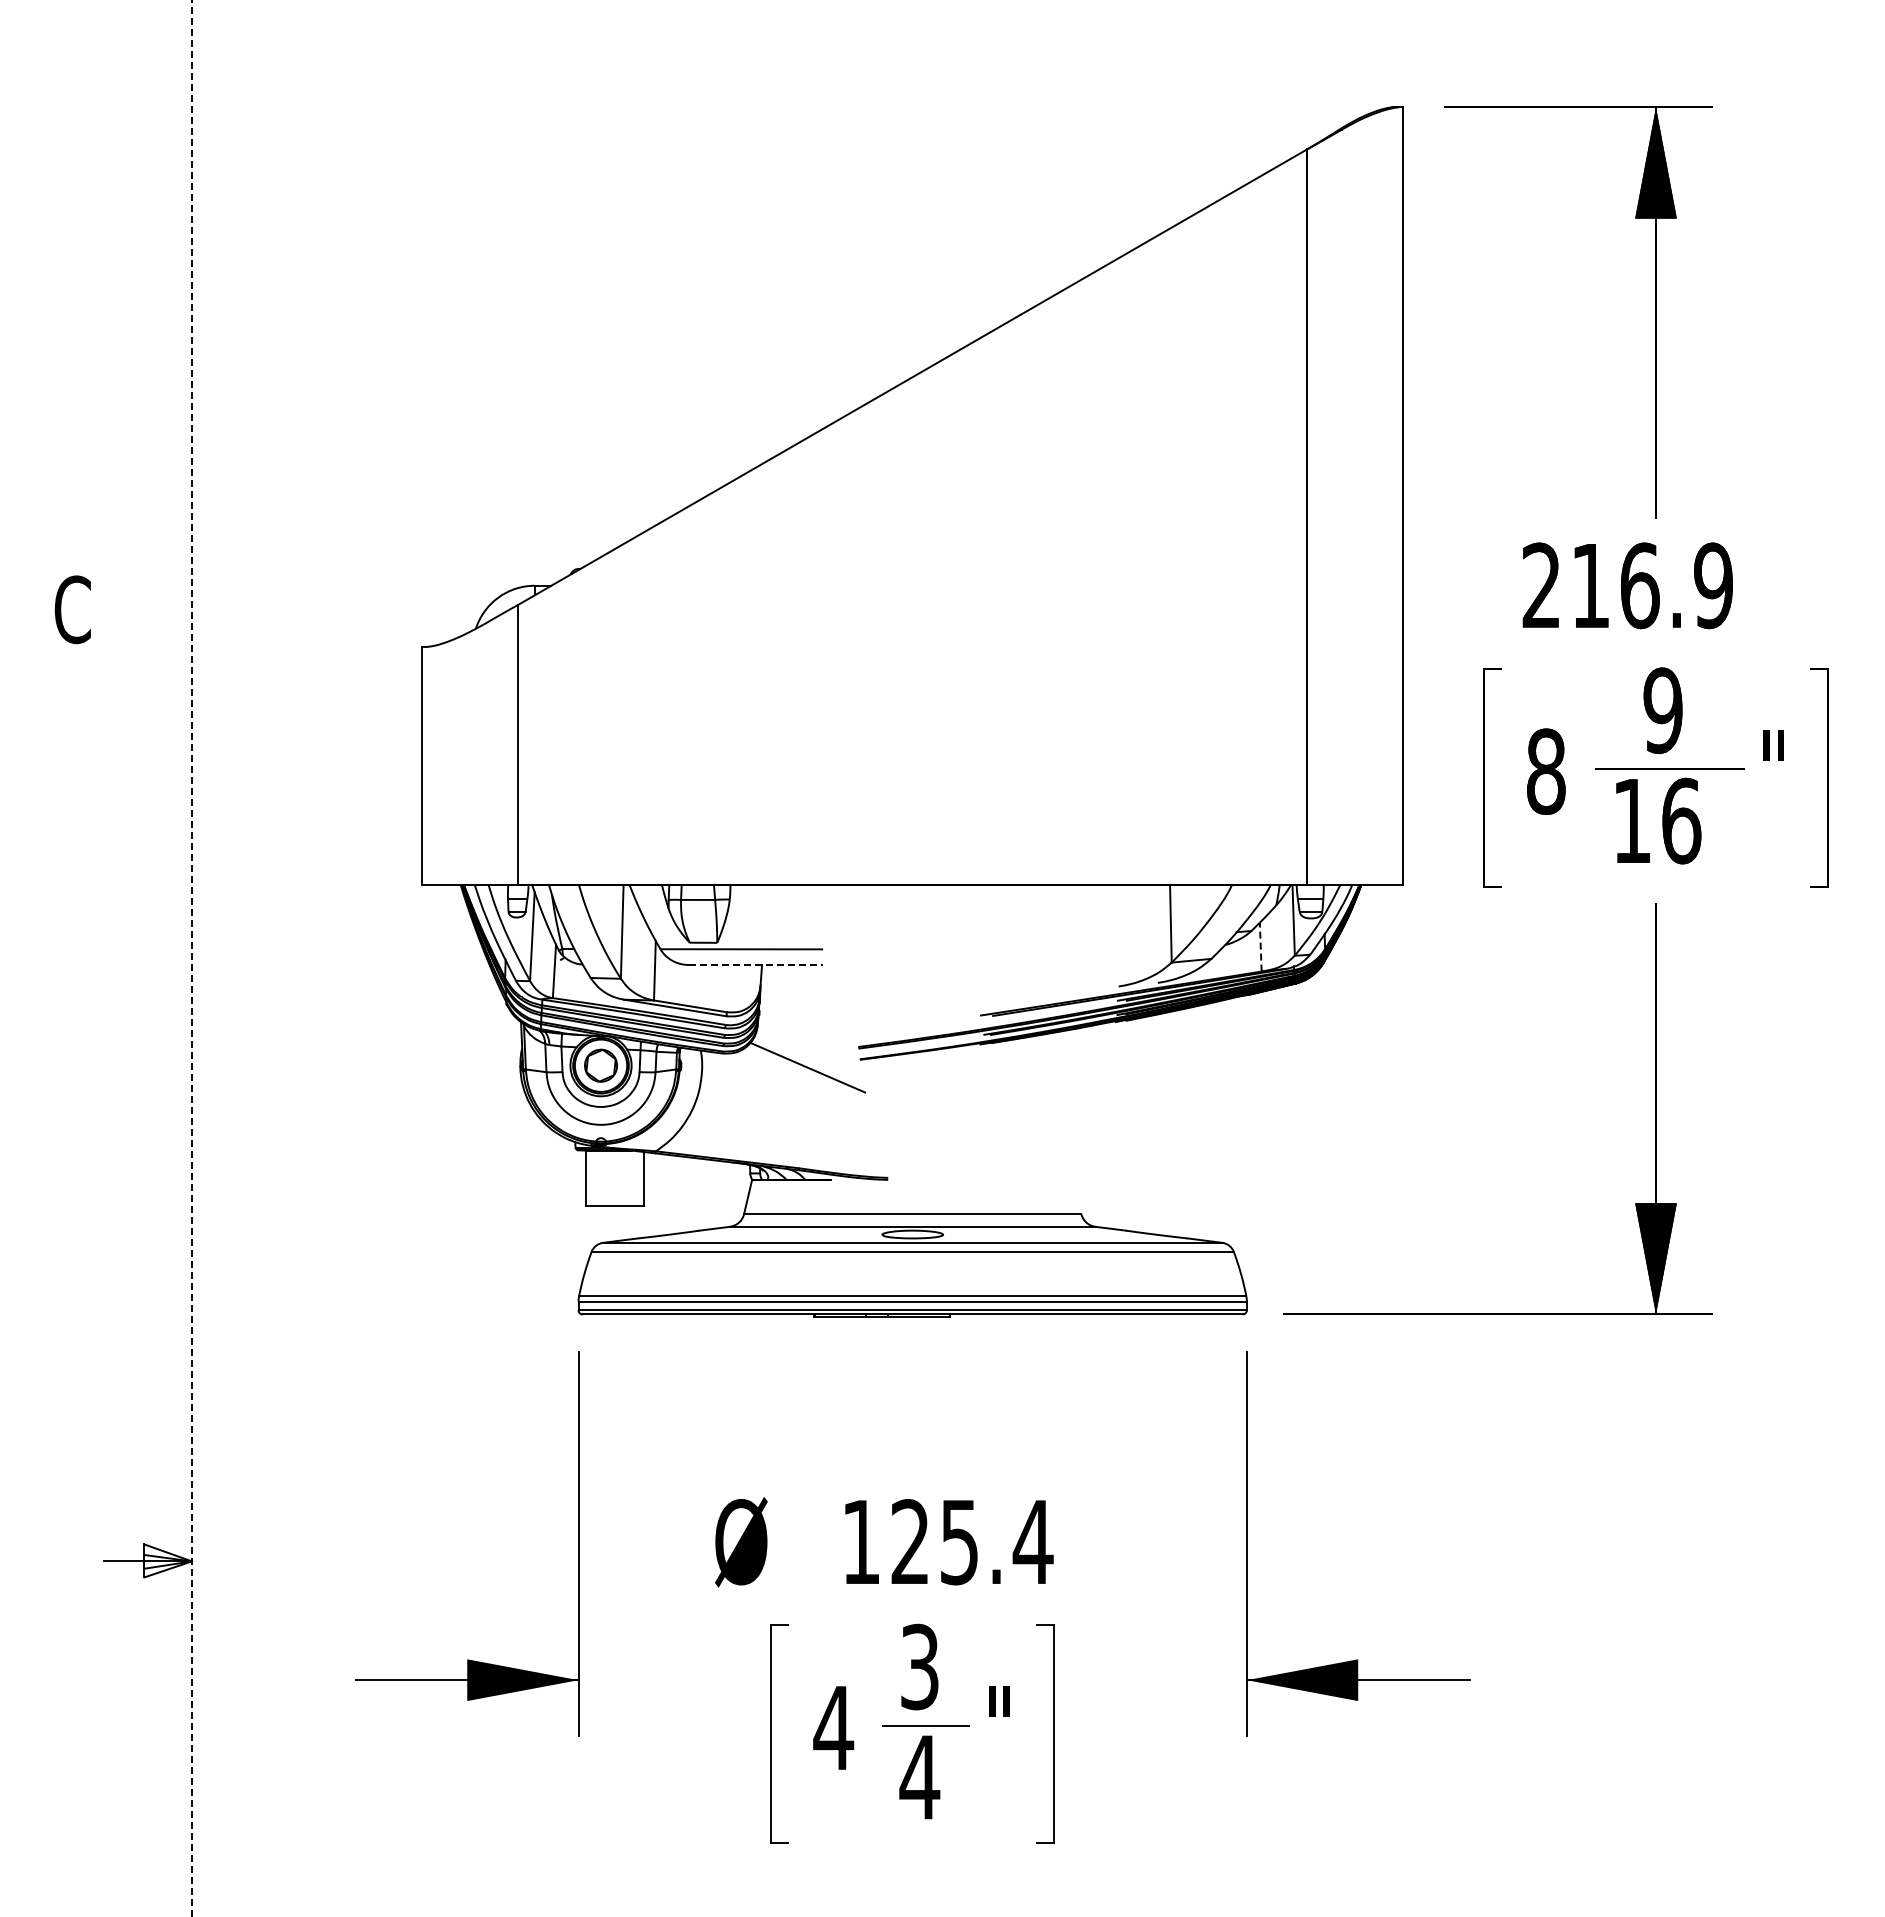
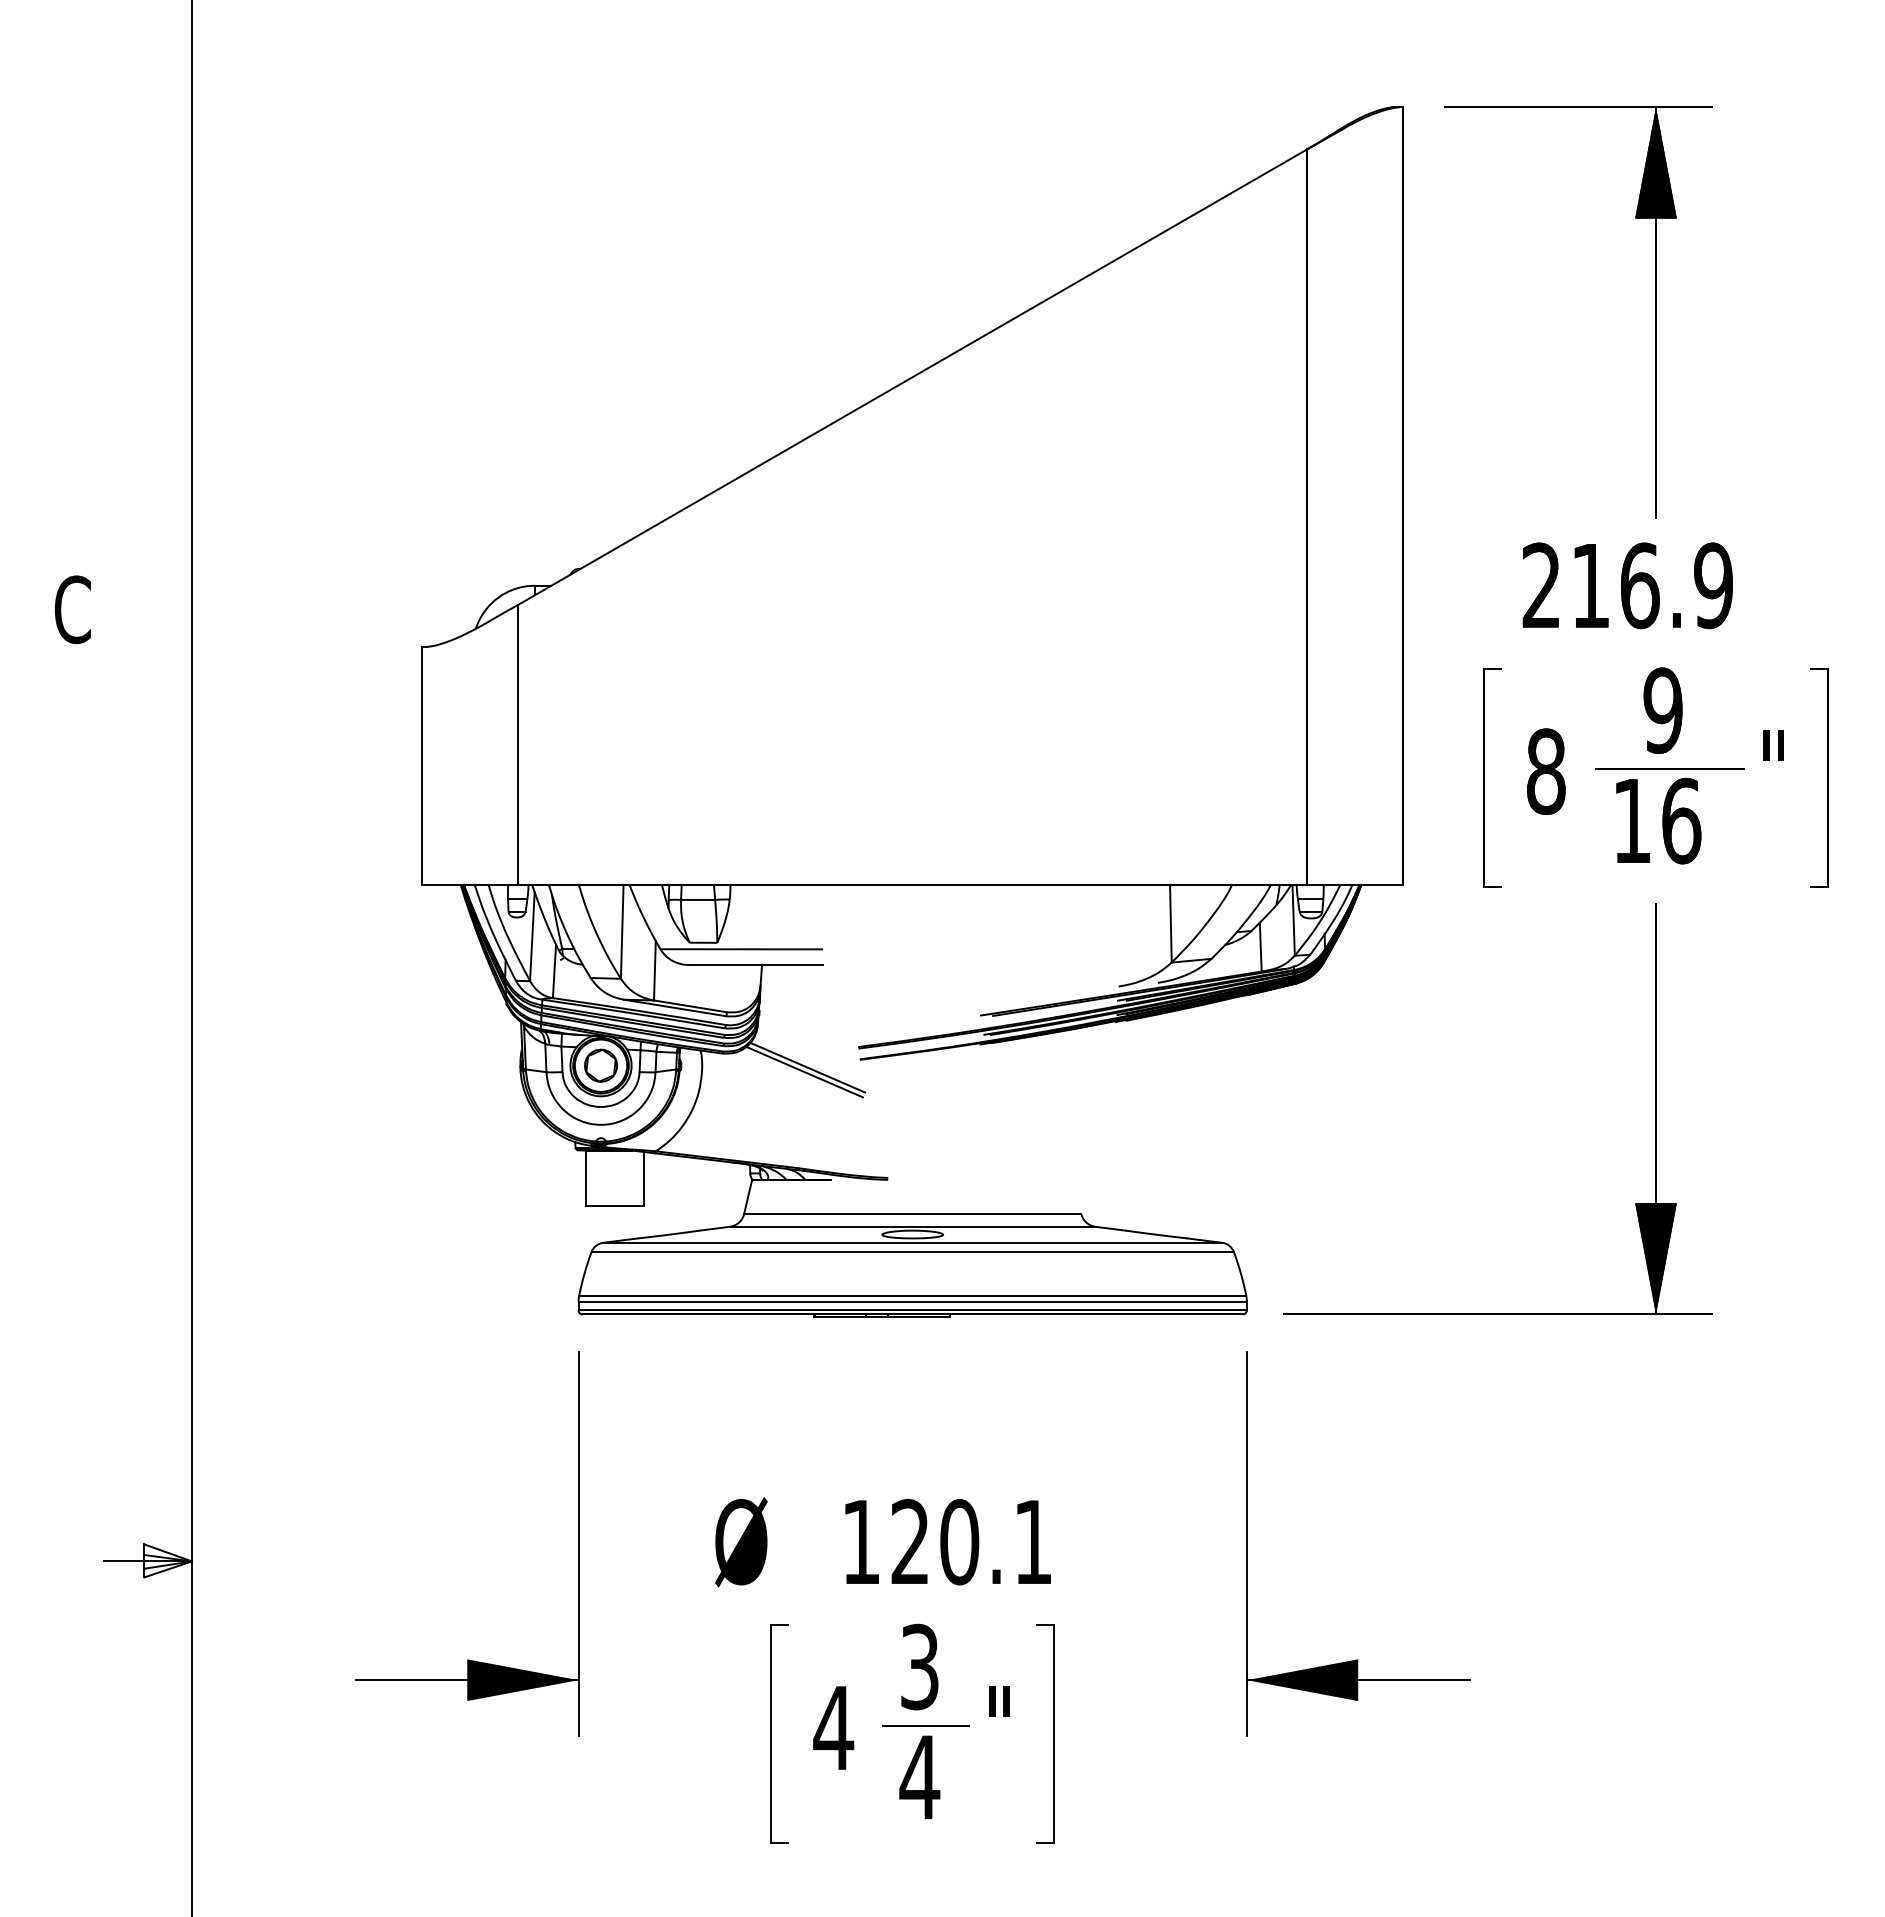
line at (1260, 946): dashed -> solid
line at (191, 958): dashed -> solid
line at (756, 965): dashed -> solid
line at (804, 1071): none -> present
text at (996, 1542): 125.4 -> 120.1
